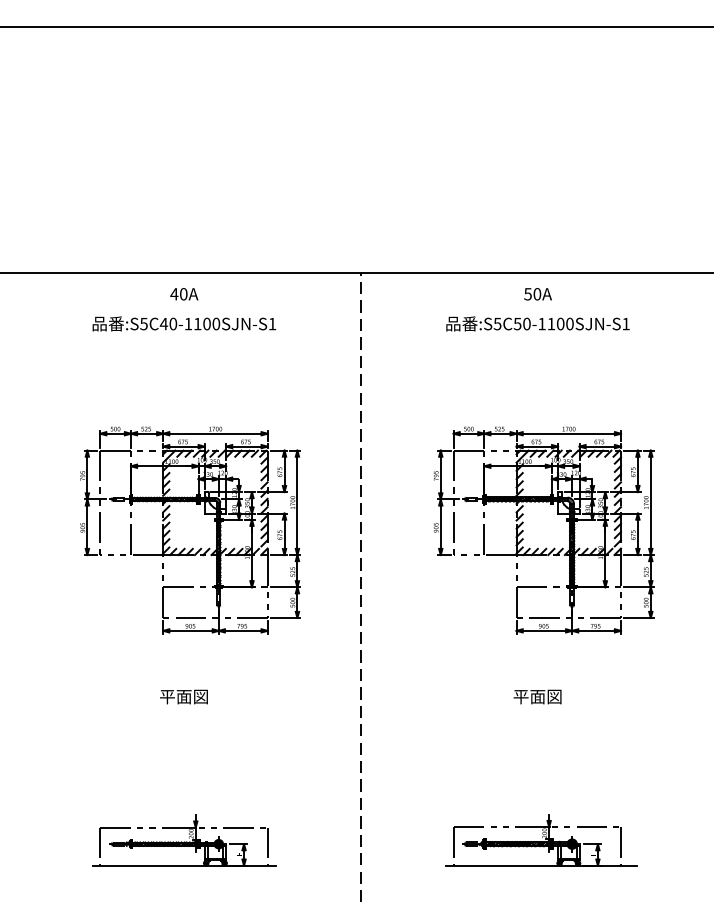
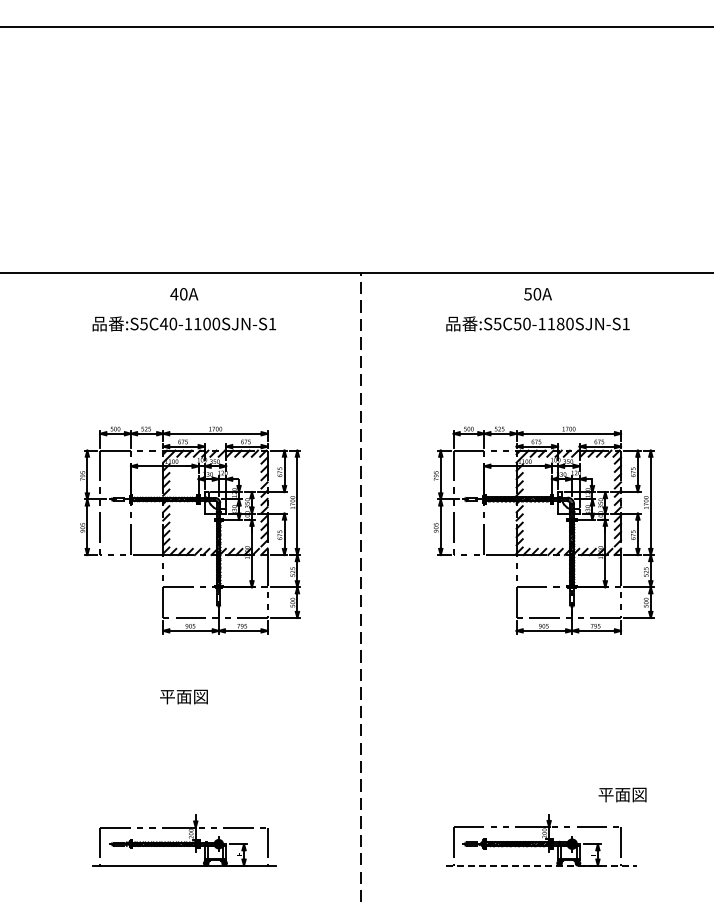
text at (560, 323): :S5C50-1100SJN-S1 -> :S5C50-1180SJN-S1
text at (537, 696) position: (537, 696) -> (622, 794)
line at (542, 865): solid -> dashed
